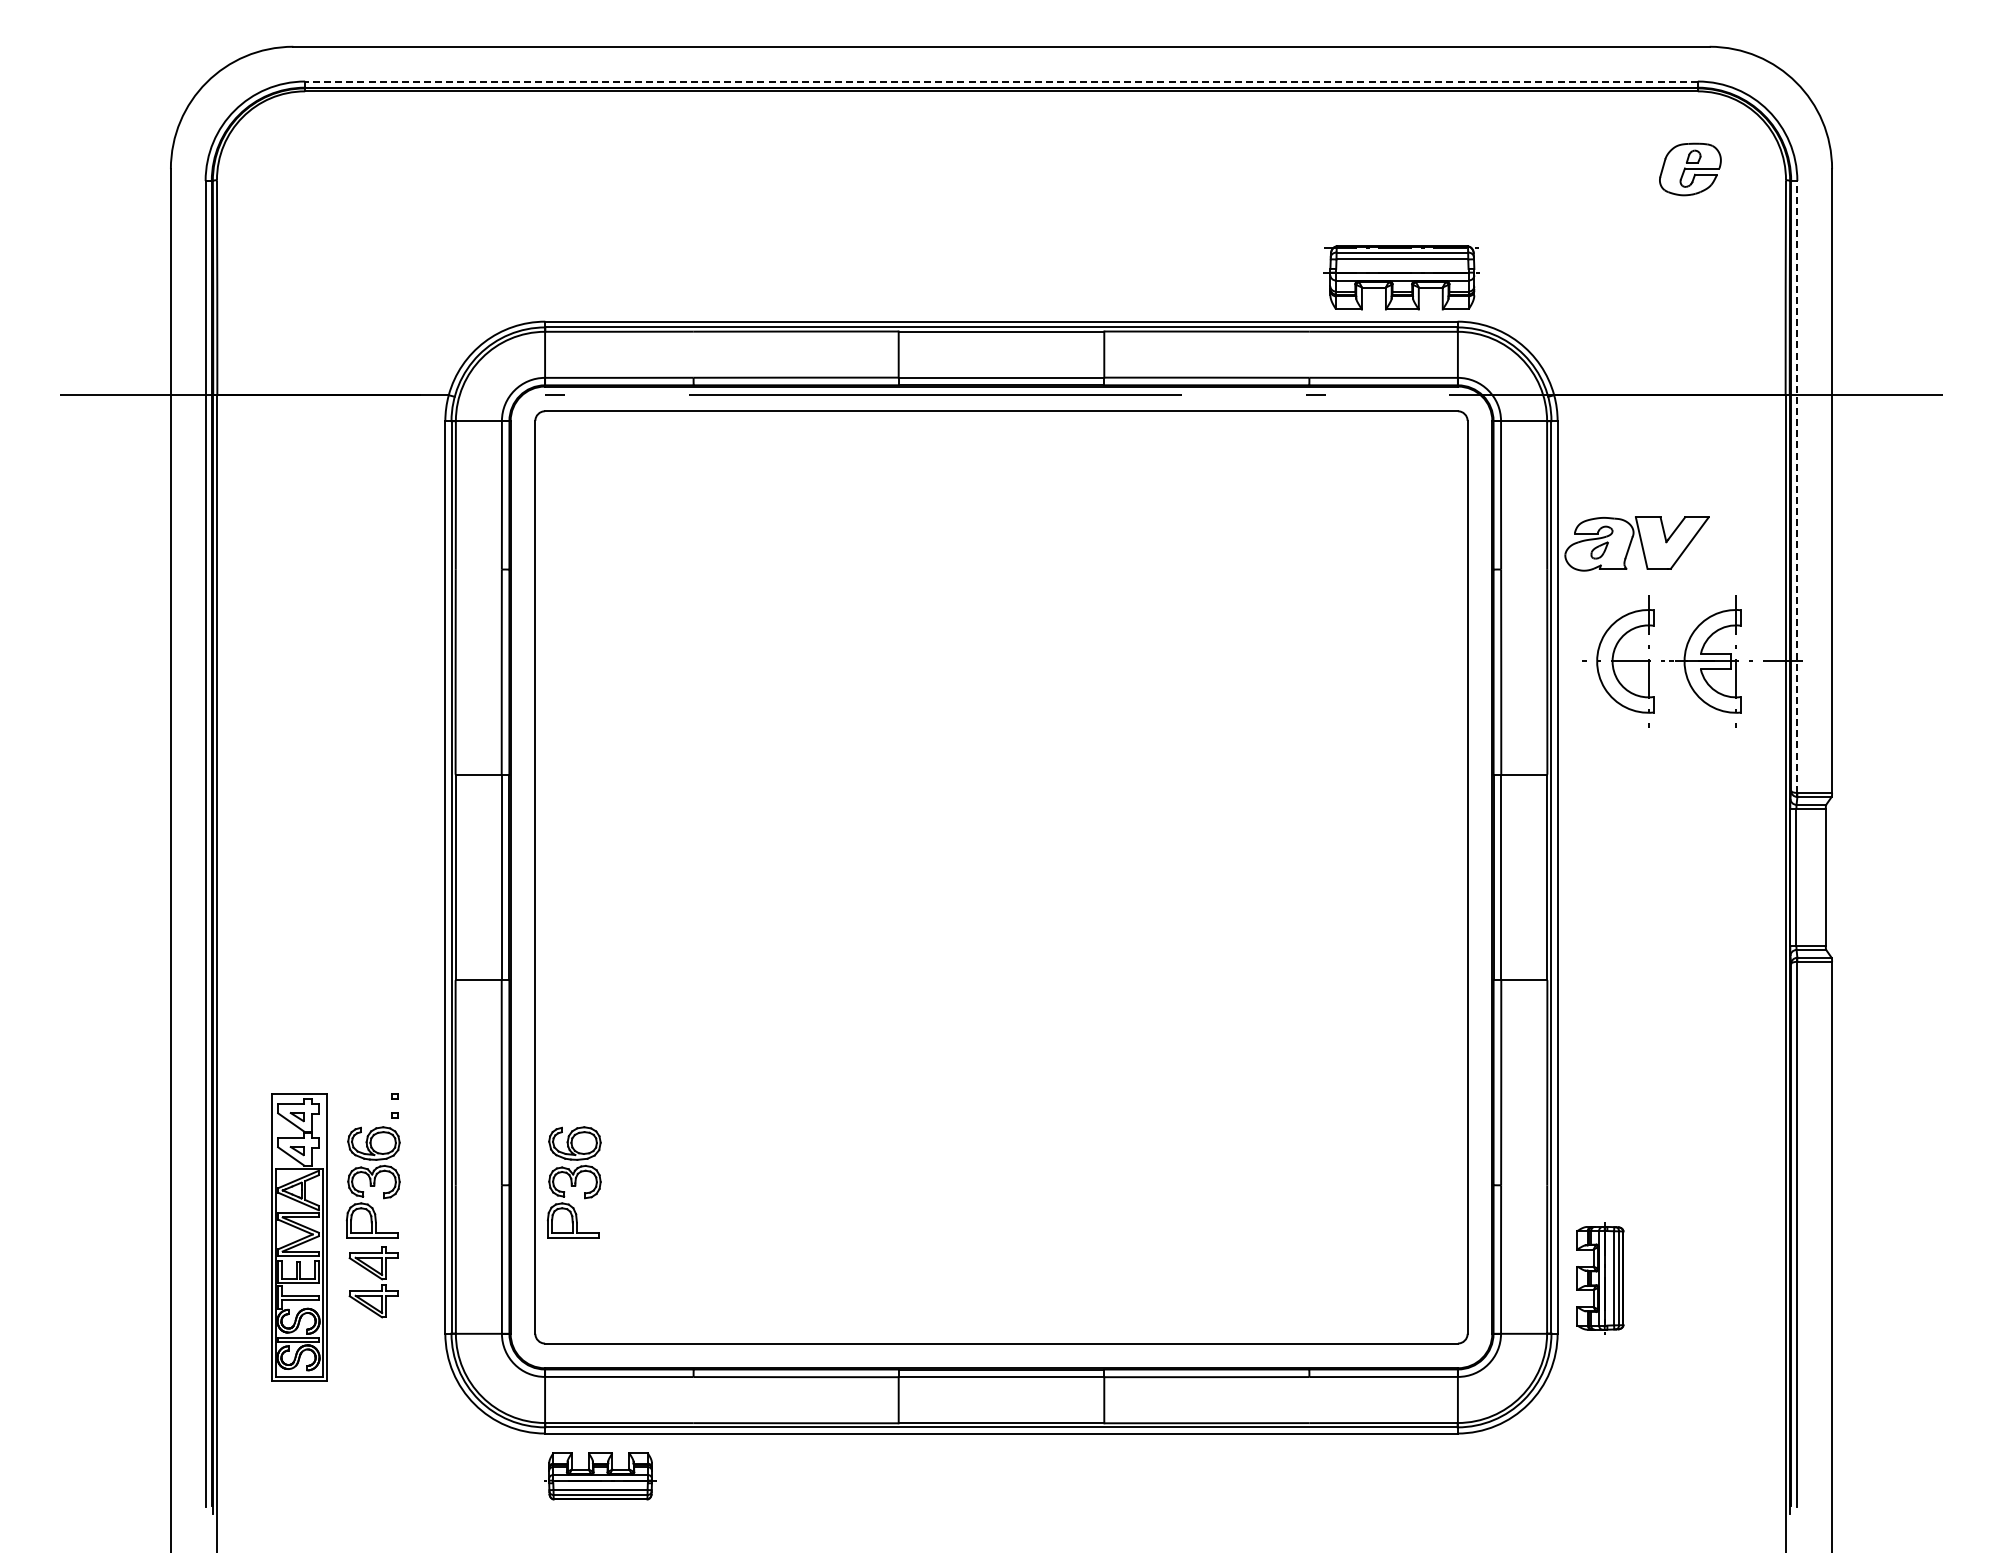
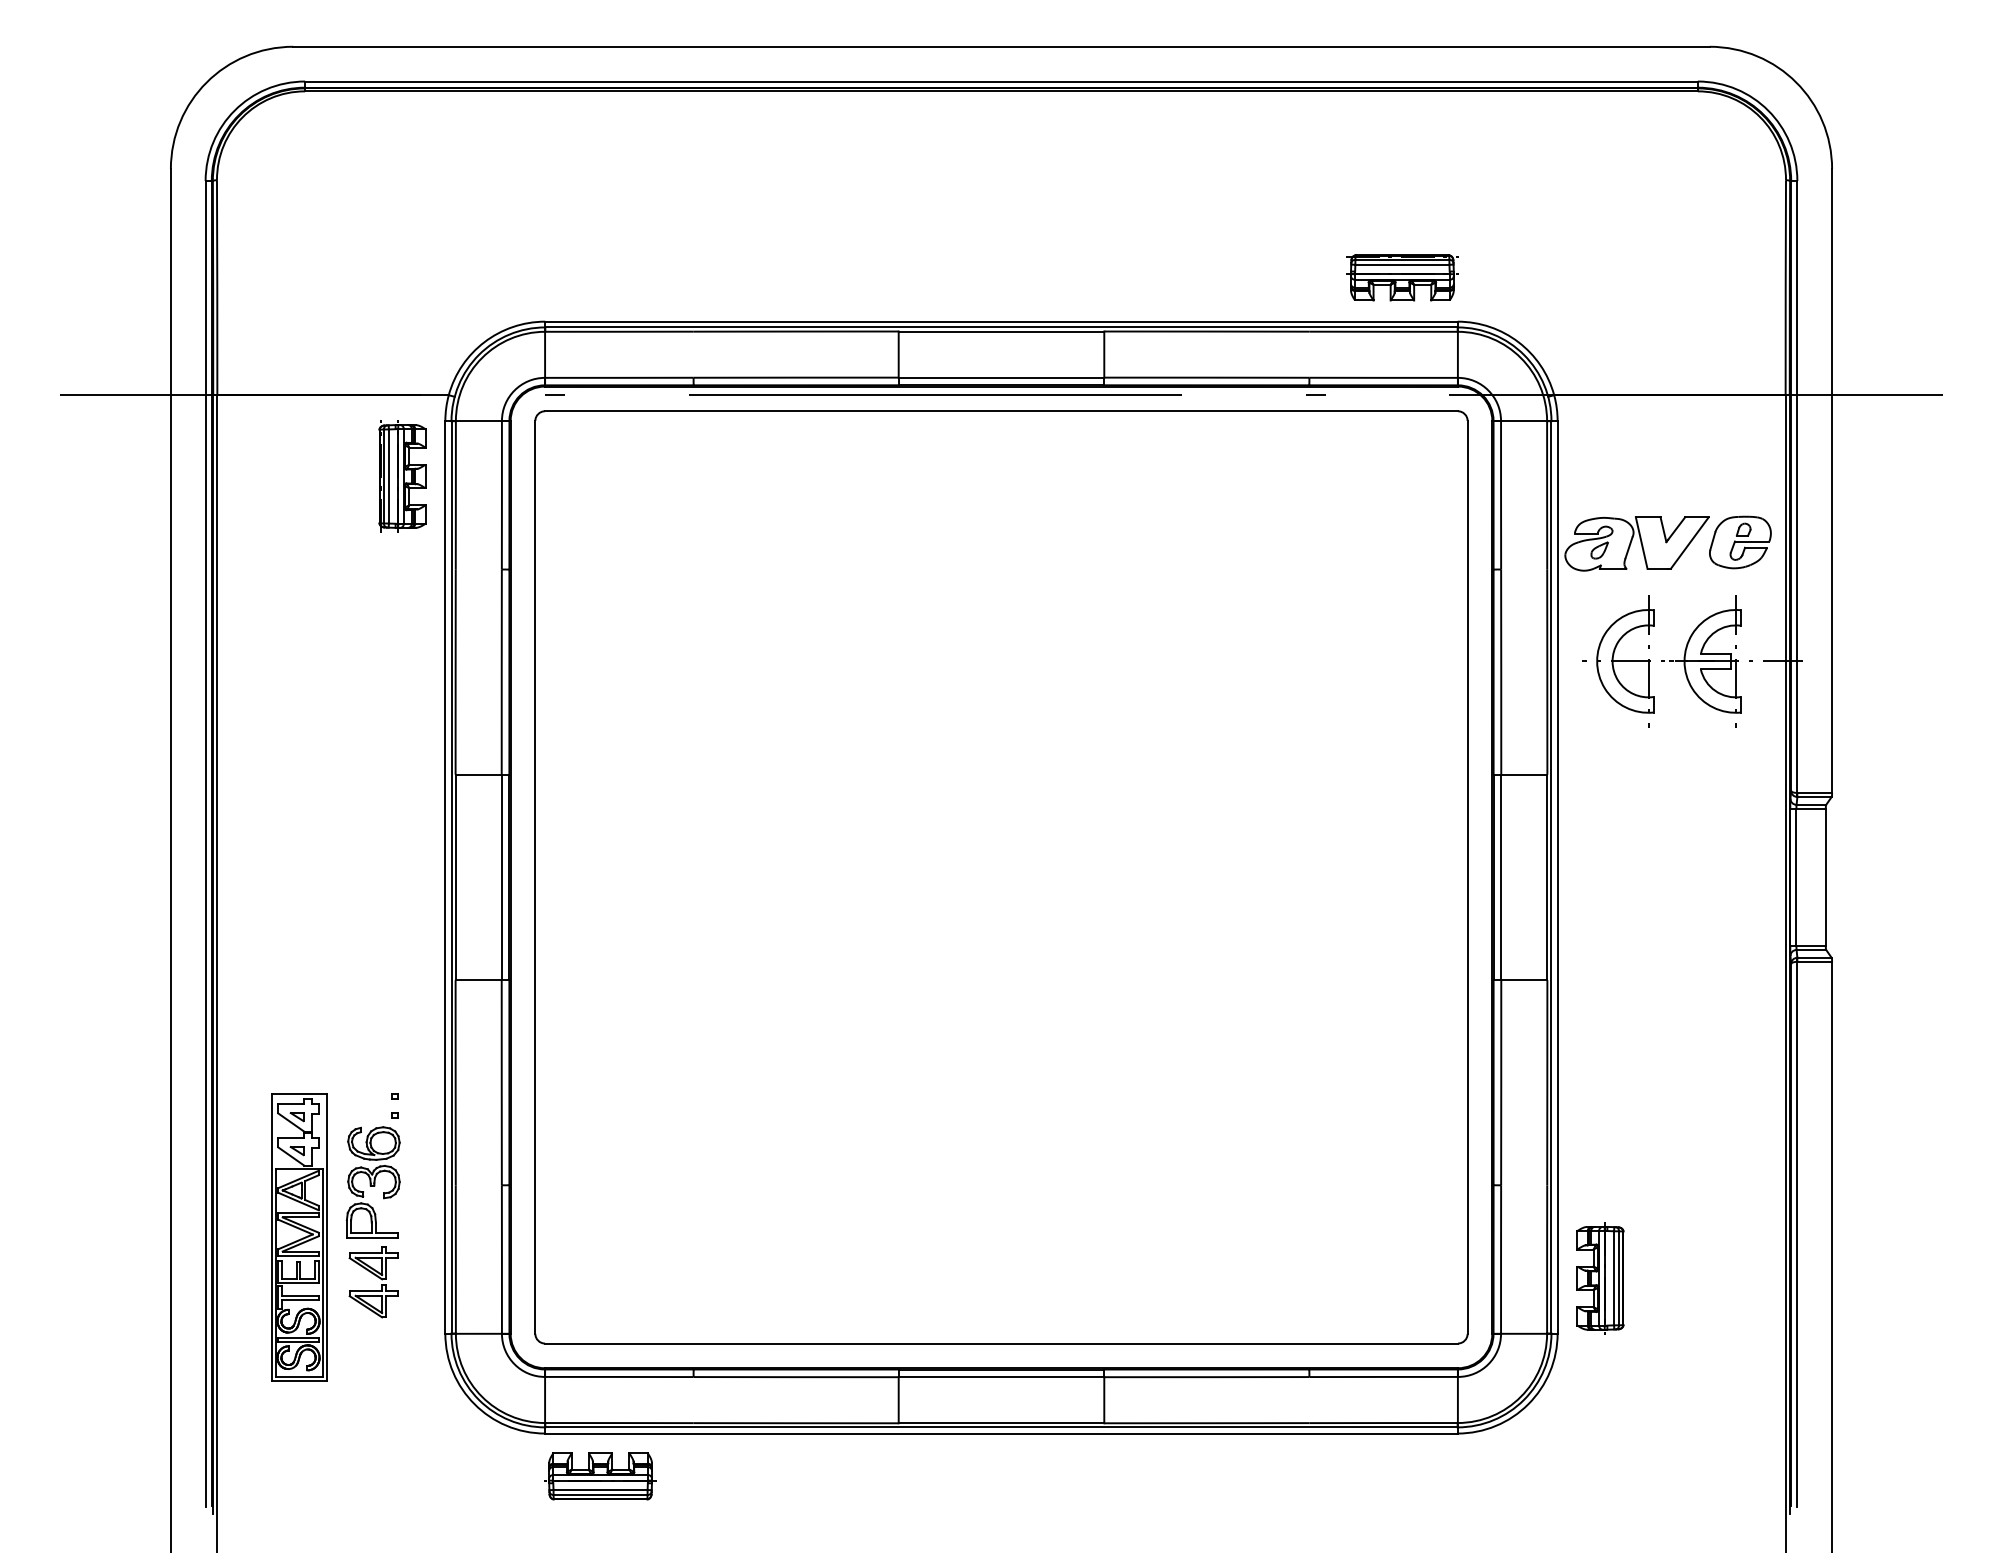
line at (1000, 81): dashed -> solid
part at (1690, 169) position: (1690, 169) -> (1740, 542)
part at (1401, 277) size: 157x66 px -> 113x48 px
part at (402, 476): none -> present
line at (1797, 486): dashed -> solid
part at (573, 1182): present -> none
